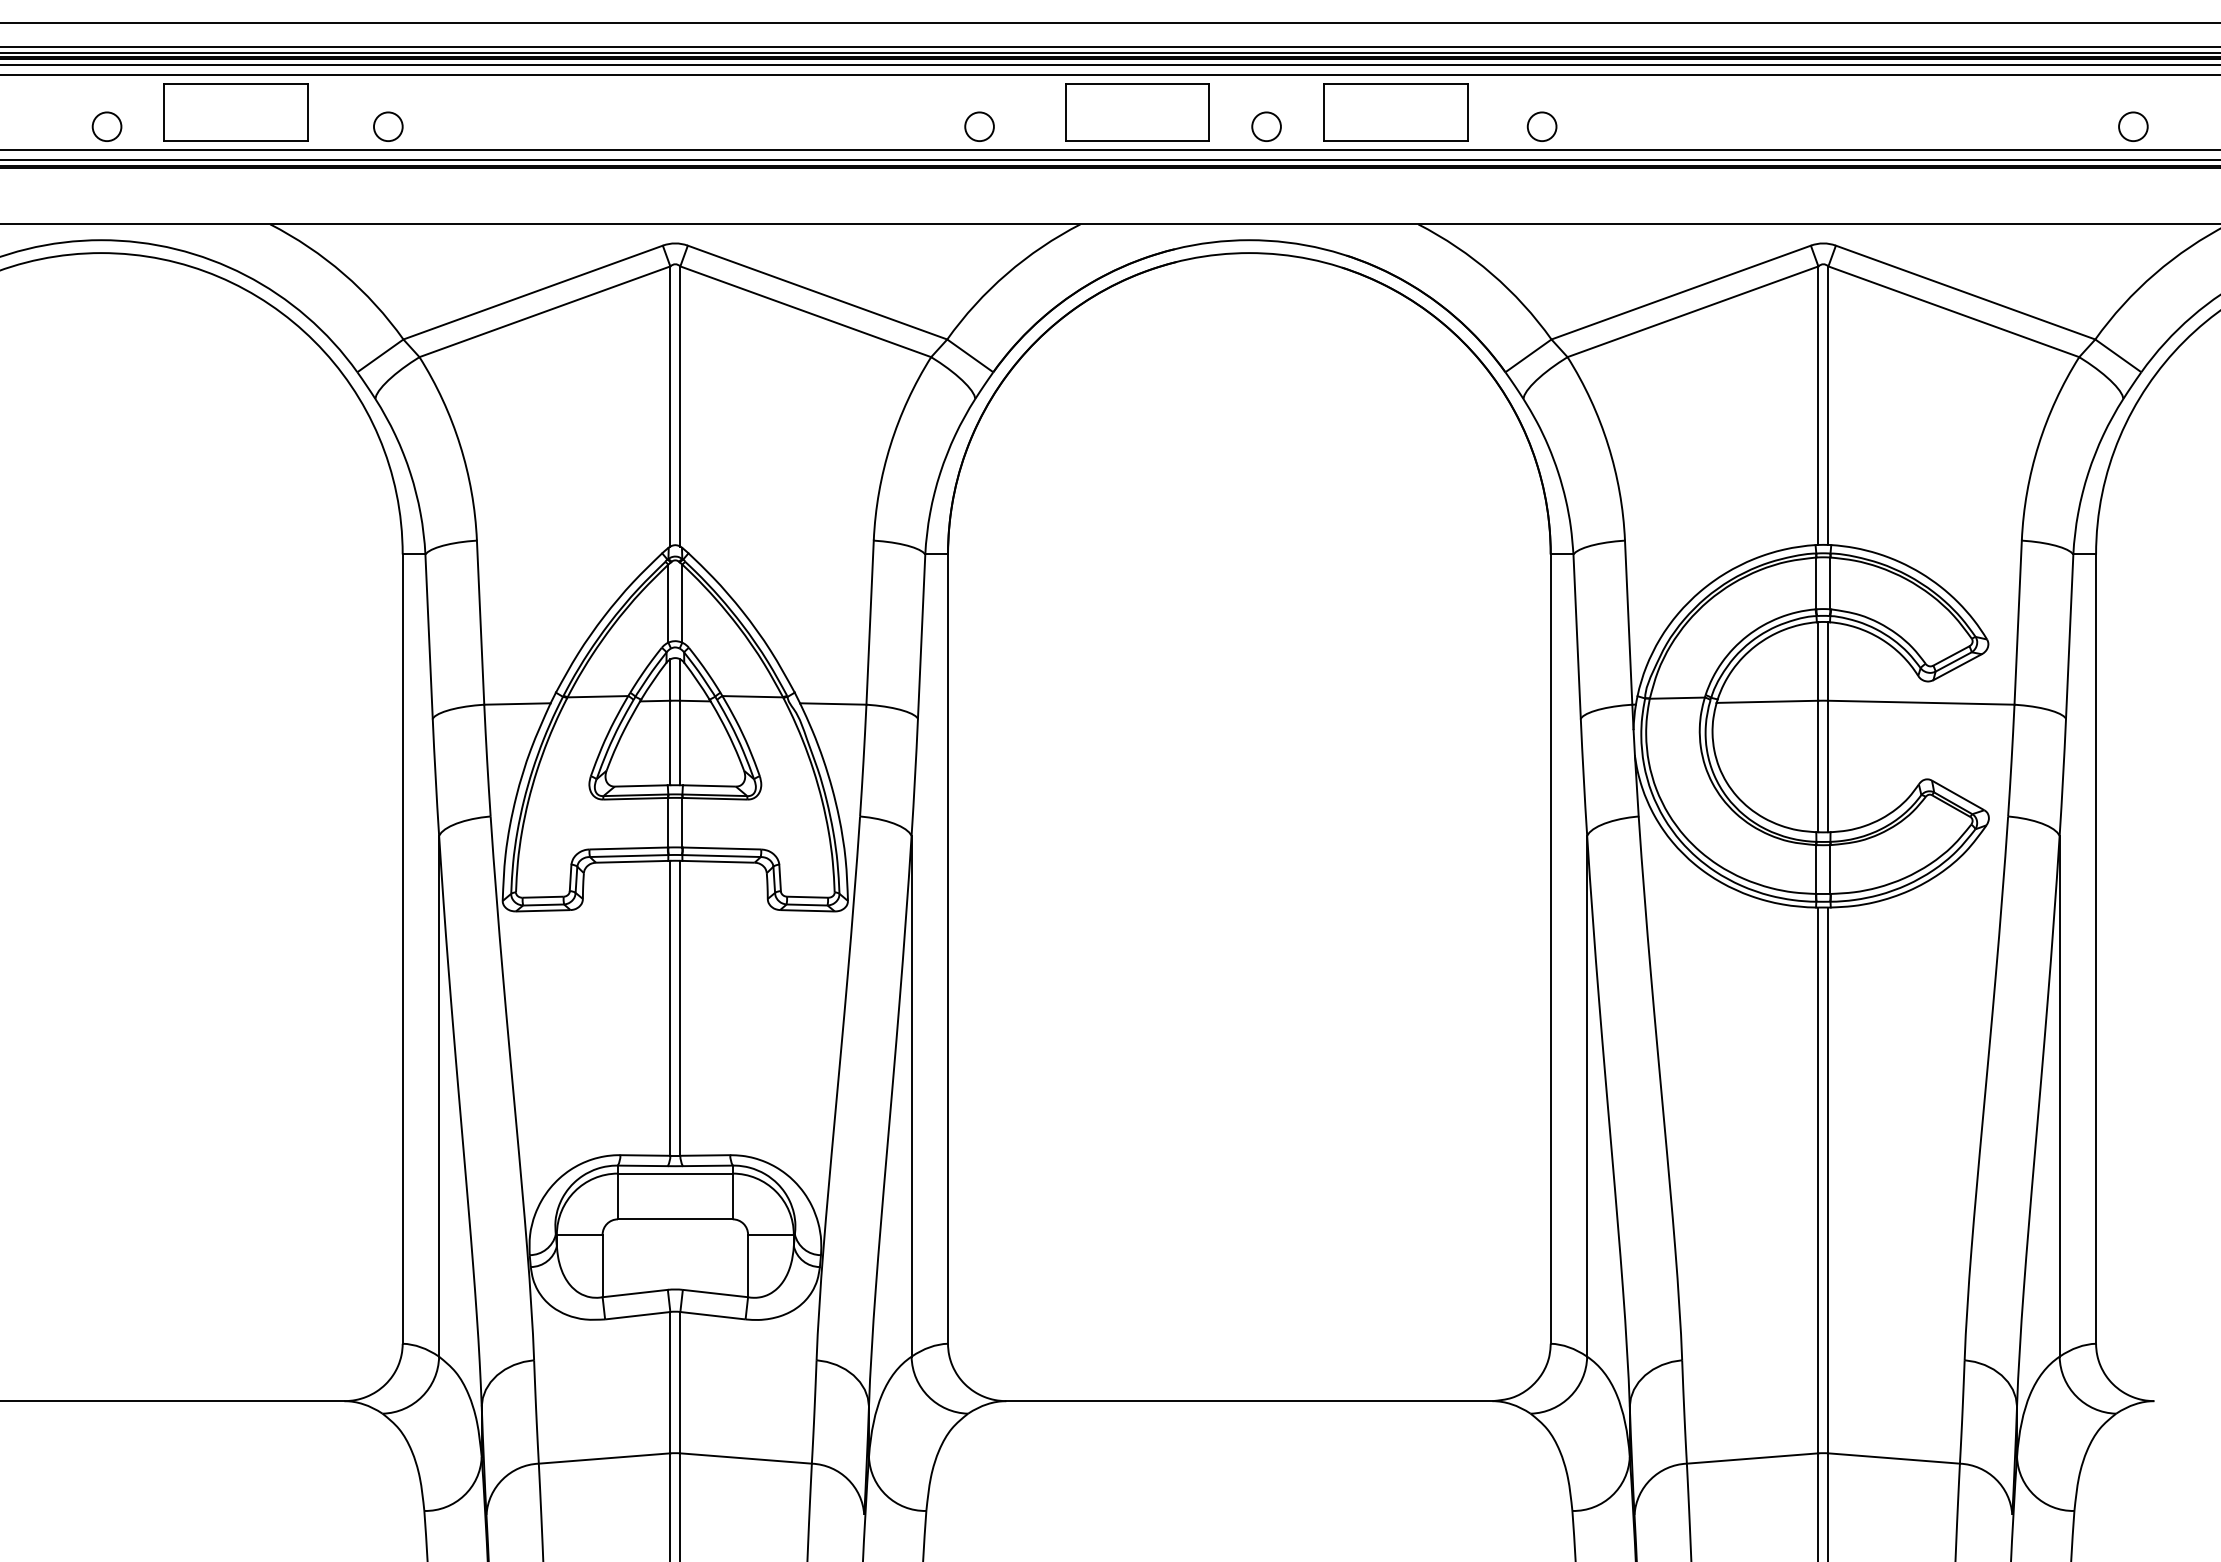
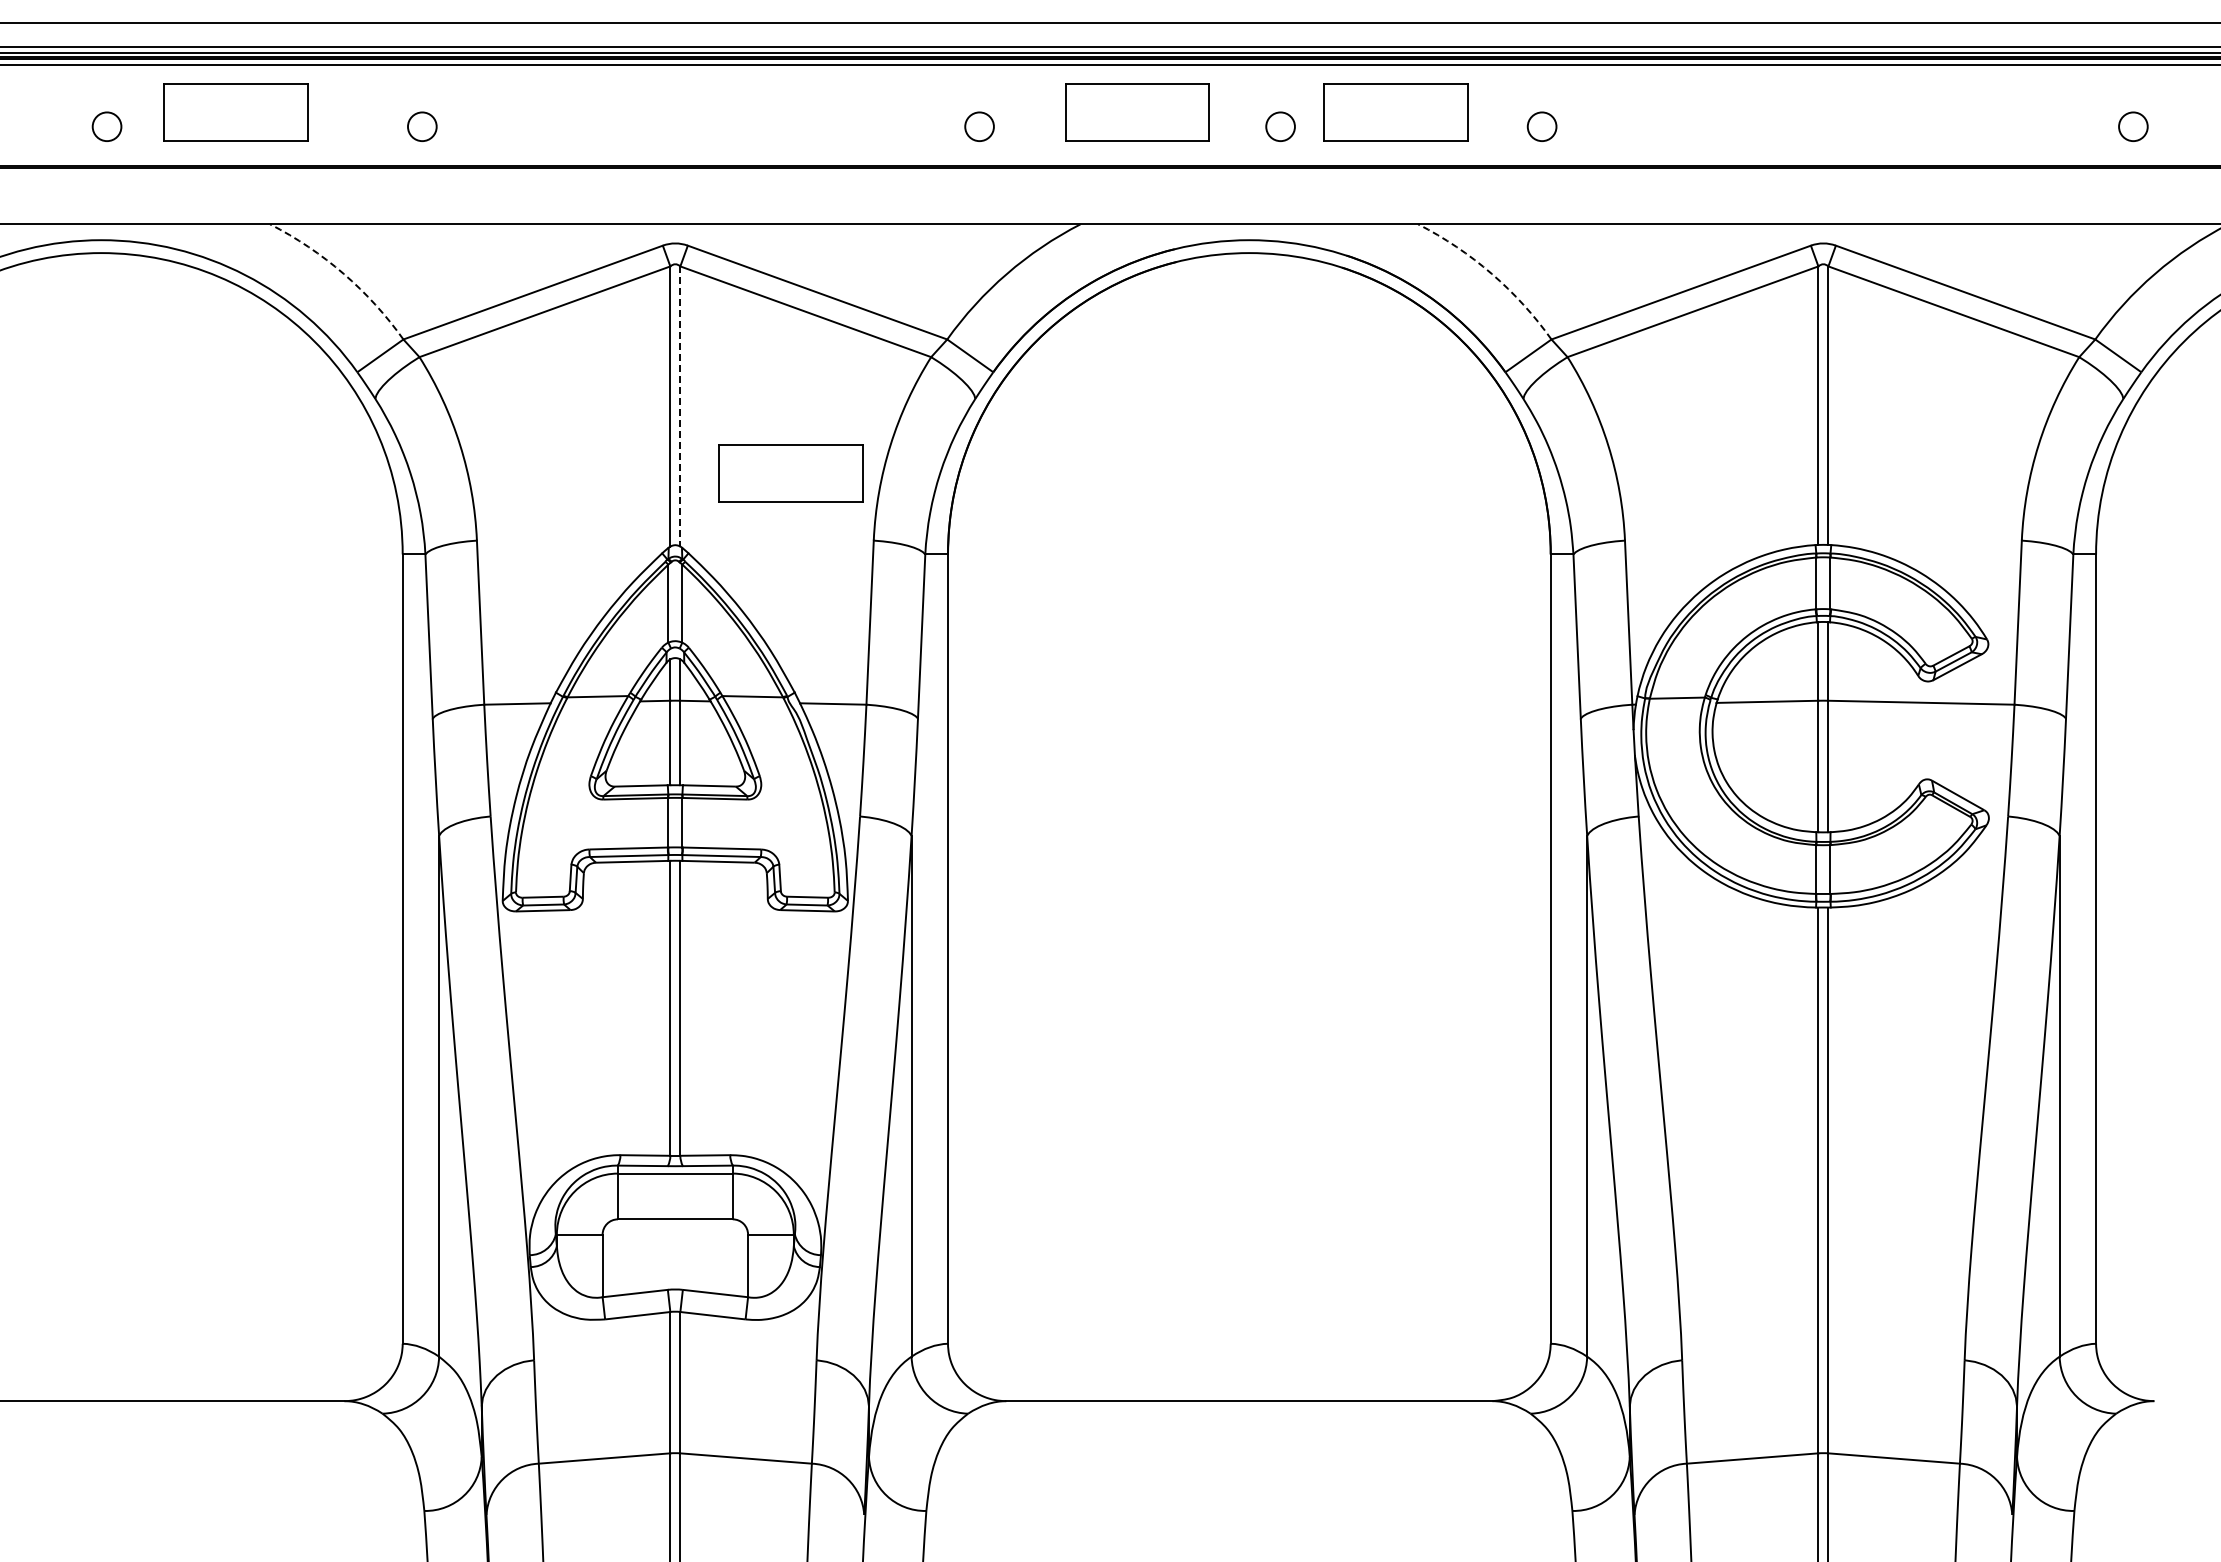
line at (1109, 75): present -> none
circle at (388, 126) position: (388, 126) -> (422, 126)
circle at (1266, 126) position: (1266, 126) -> (1280, 126)
line at (1109, 149): present -> none
line at (1109, 159): present -> none
arc at (343, 273): solid -> dashed
arc at (1491, 273): solid -> dashed
line at (680, 406): solid -> dashed
part at (790, 473): none -> present
